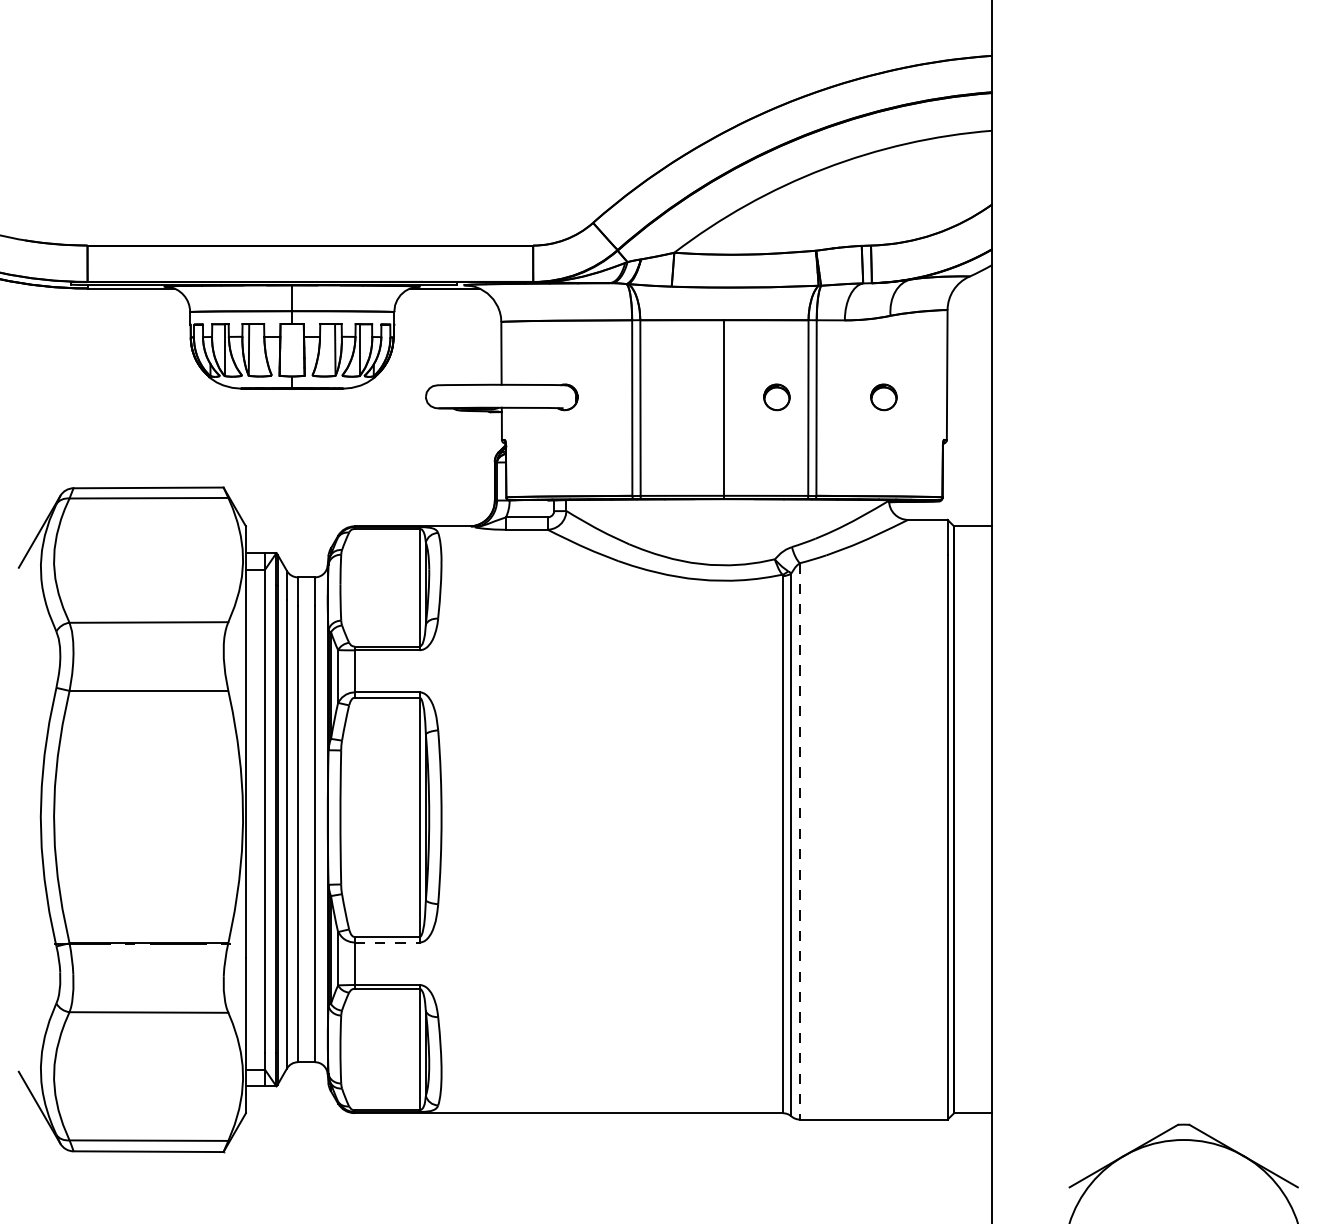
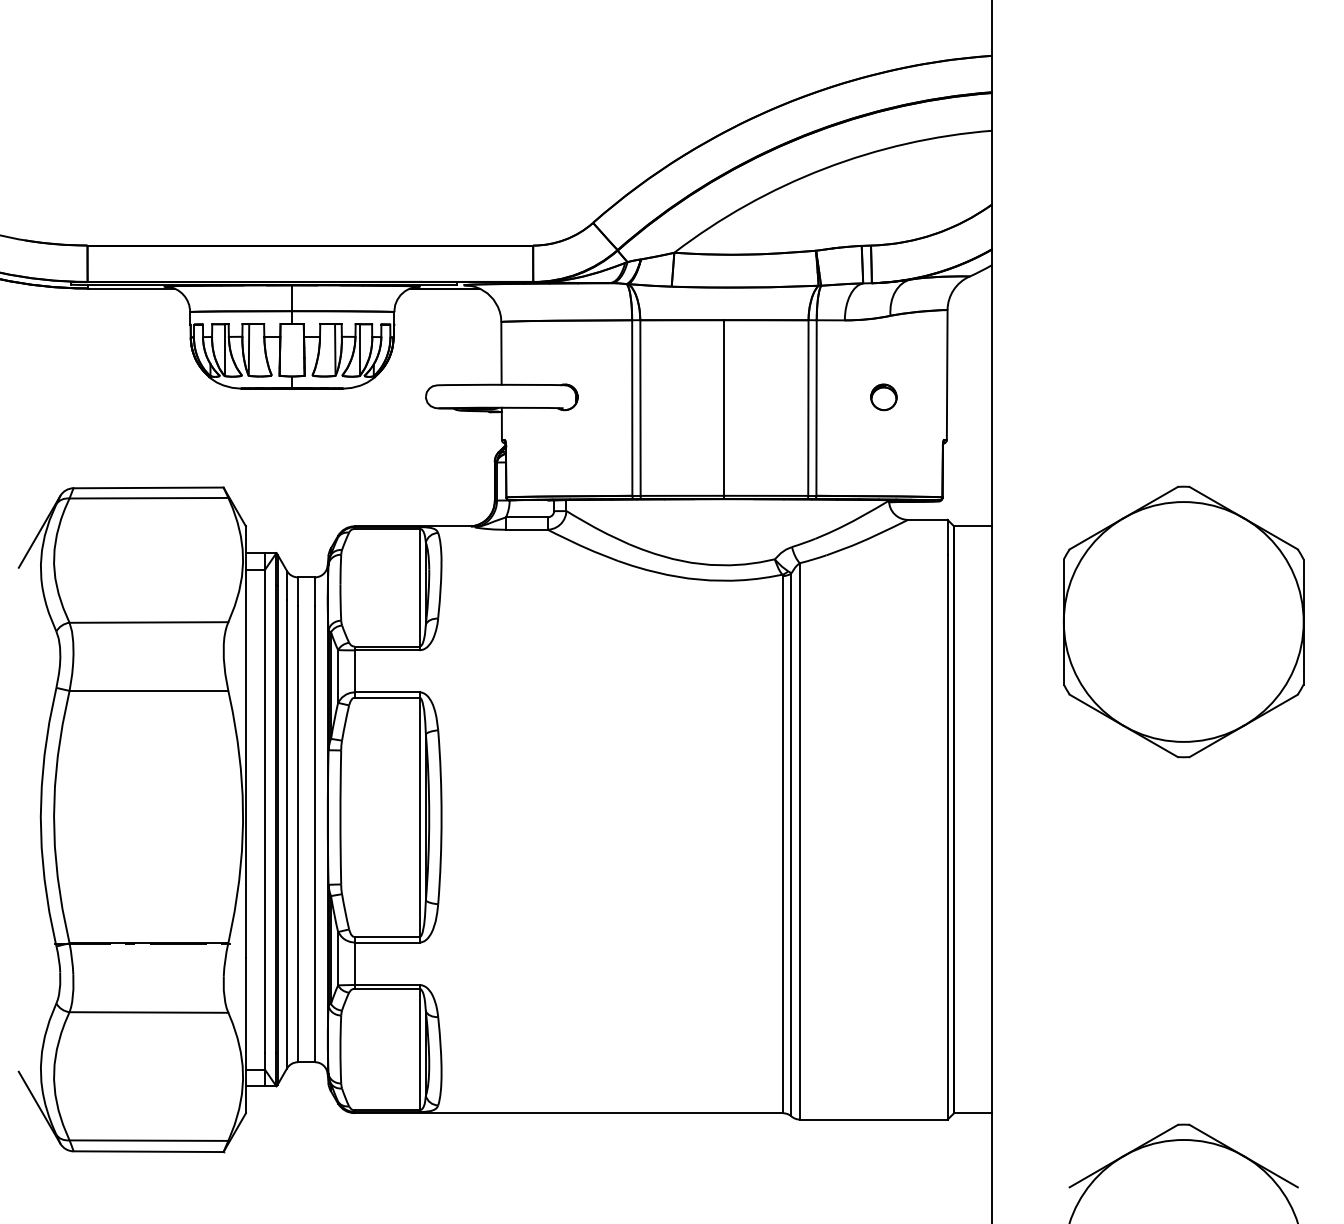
part at (776, 397): present -> none
part at (1183, 621): none -> present
line at (799, 841): dashed -> solid
line at (387, 942): dashed -> solid
